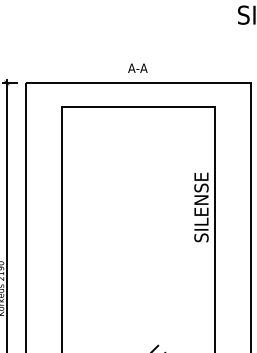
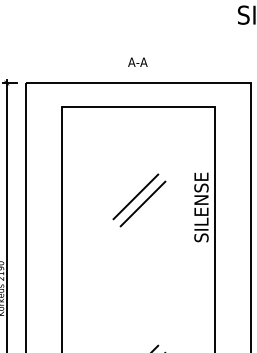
text at (137, 67) position: (137, 67) -> (137, 61)
line at (135, 196): none -> present
line at (142, 203): none -> present
